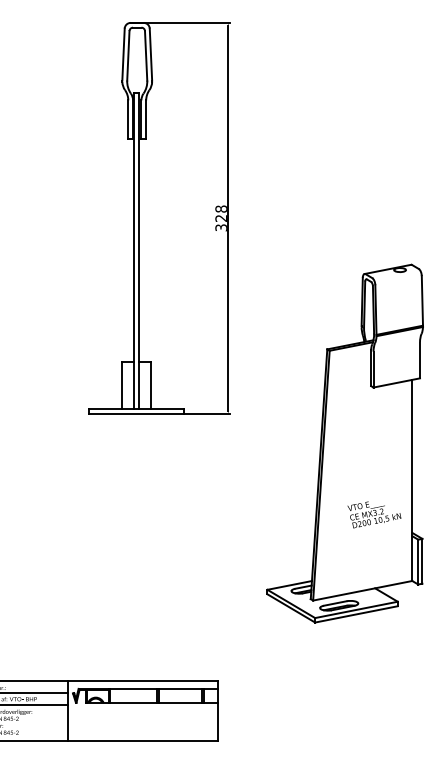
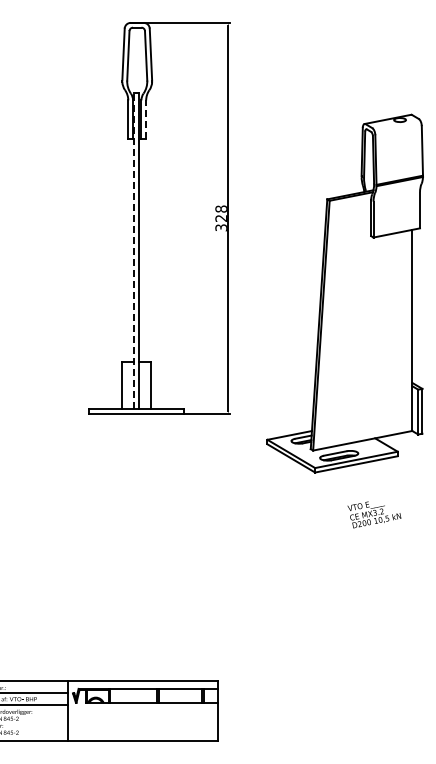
line at (146, 119): solid -> dashed
line at (134, 251): solid -> dashed
part at (344, 443) position: (344, 443) -> (344, 293)
